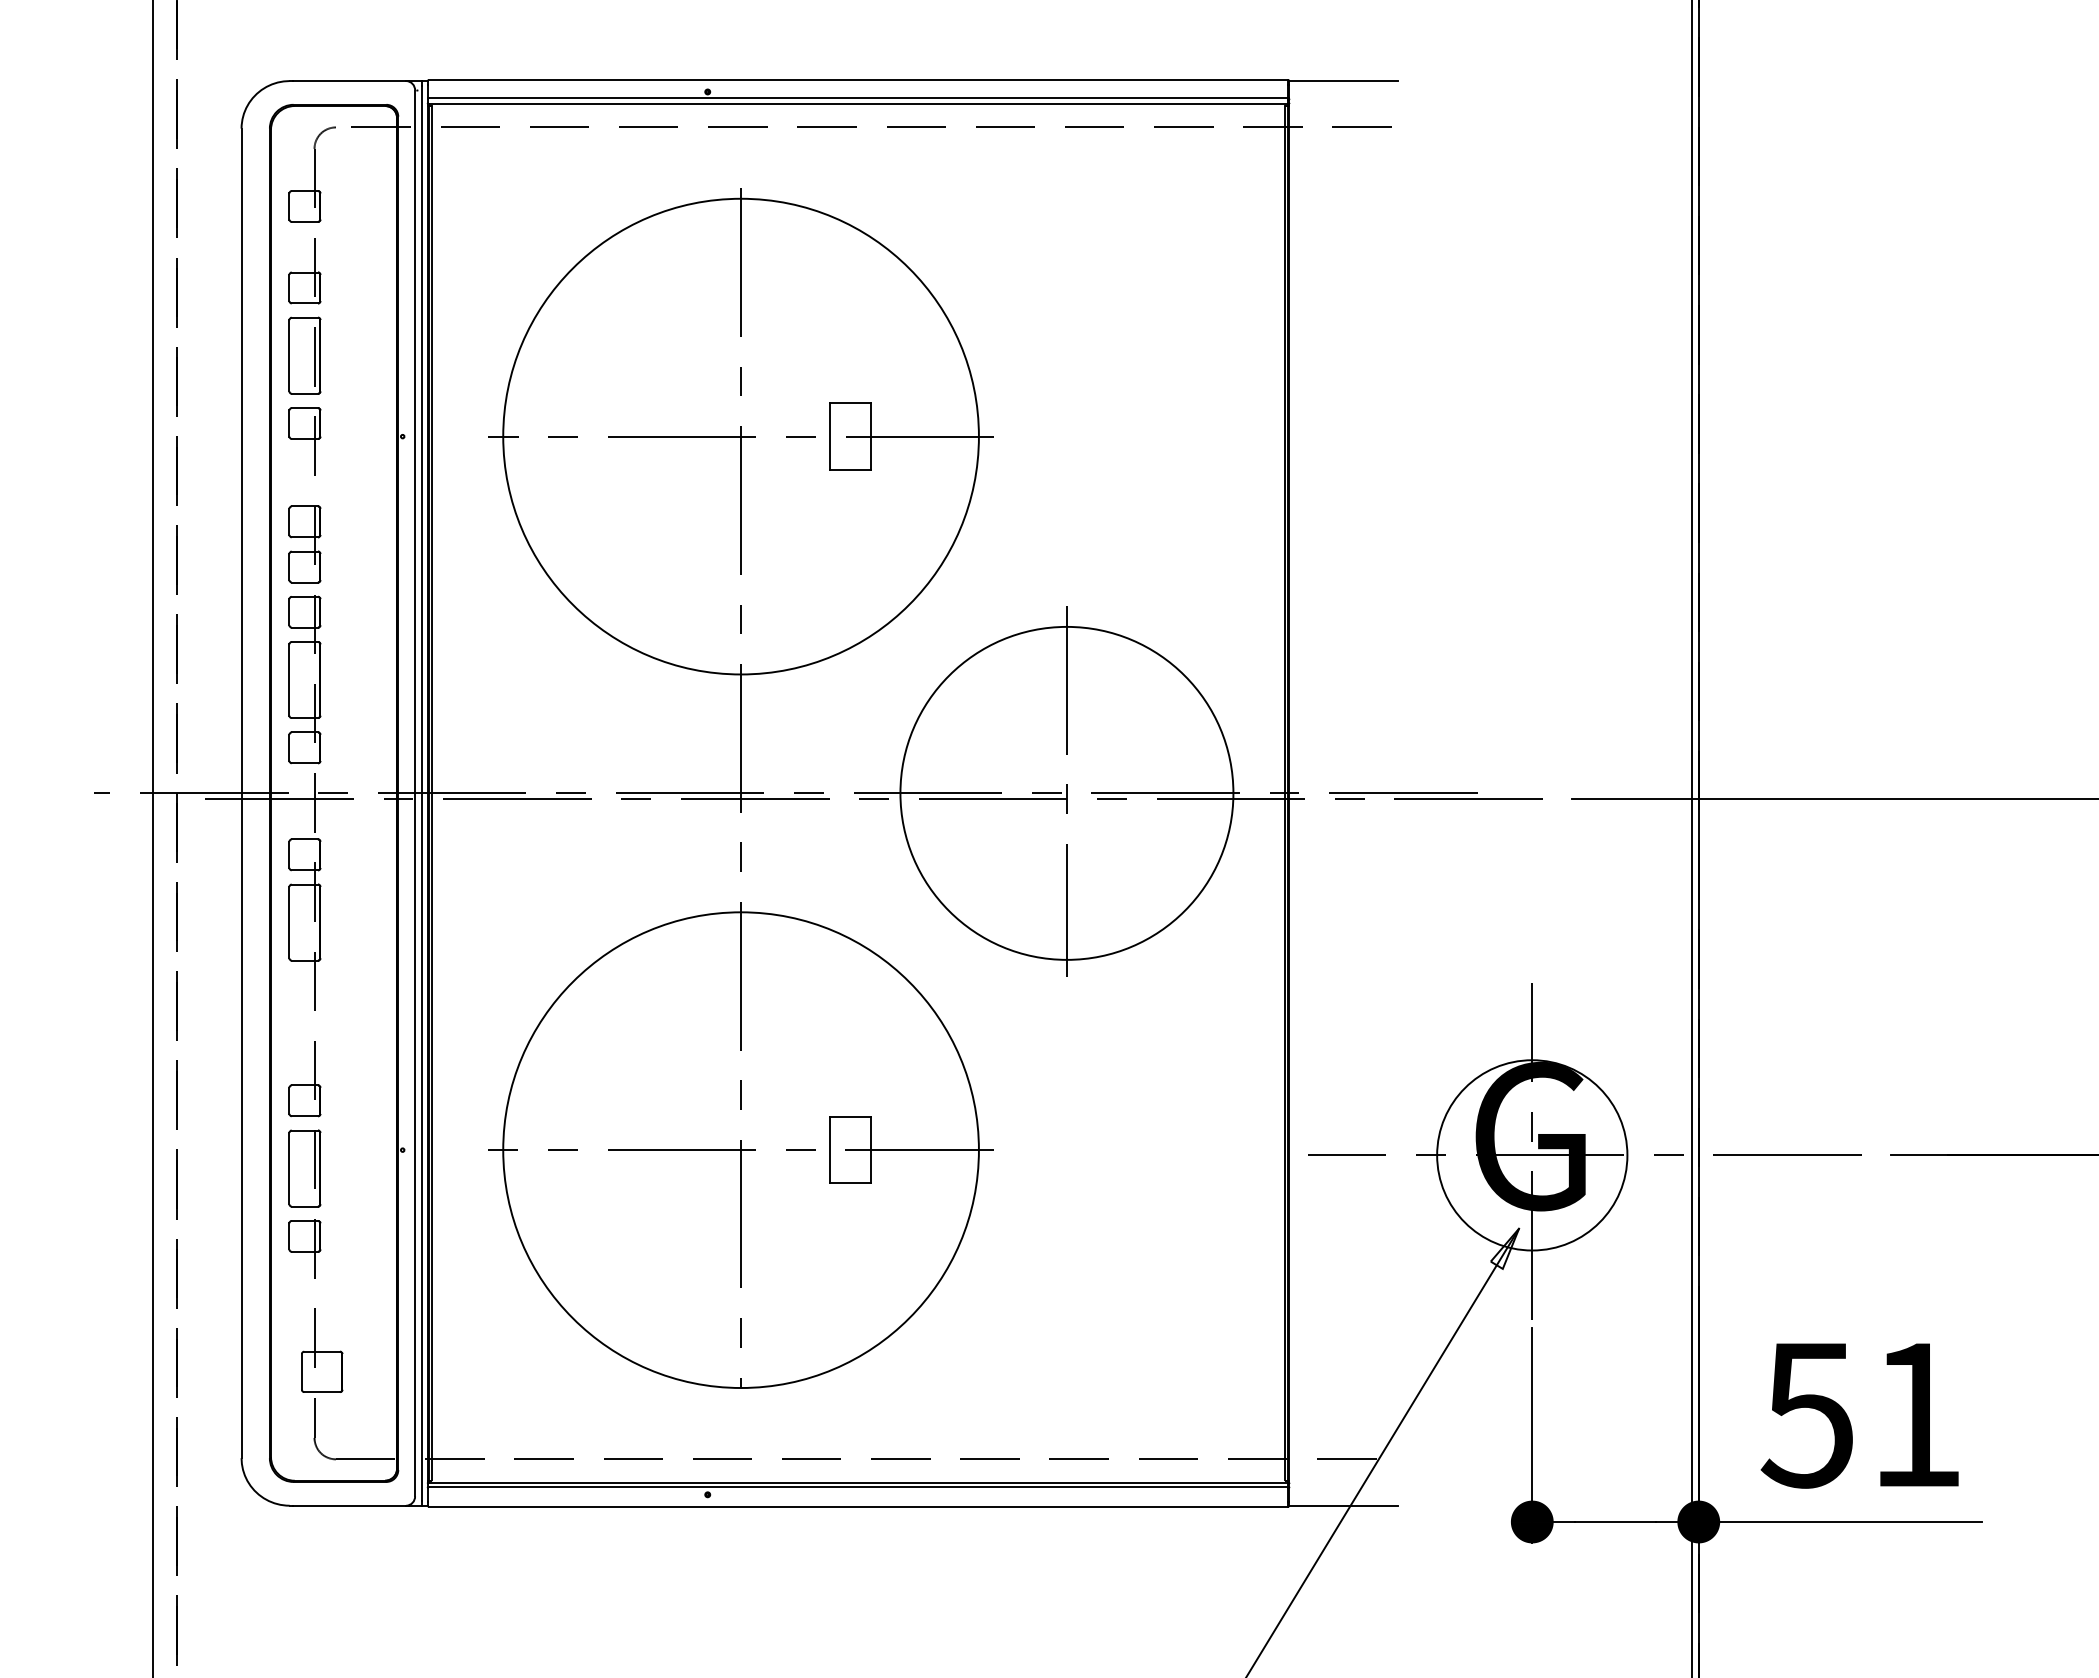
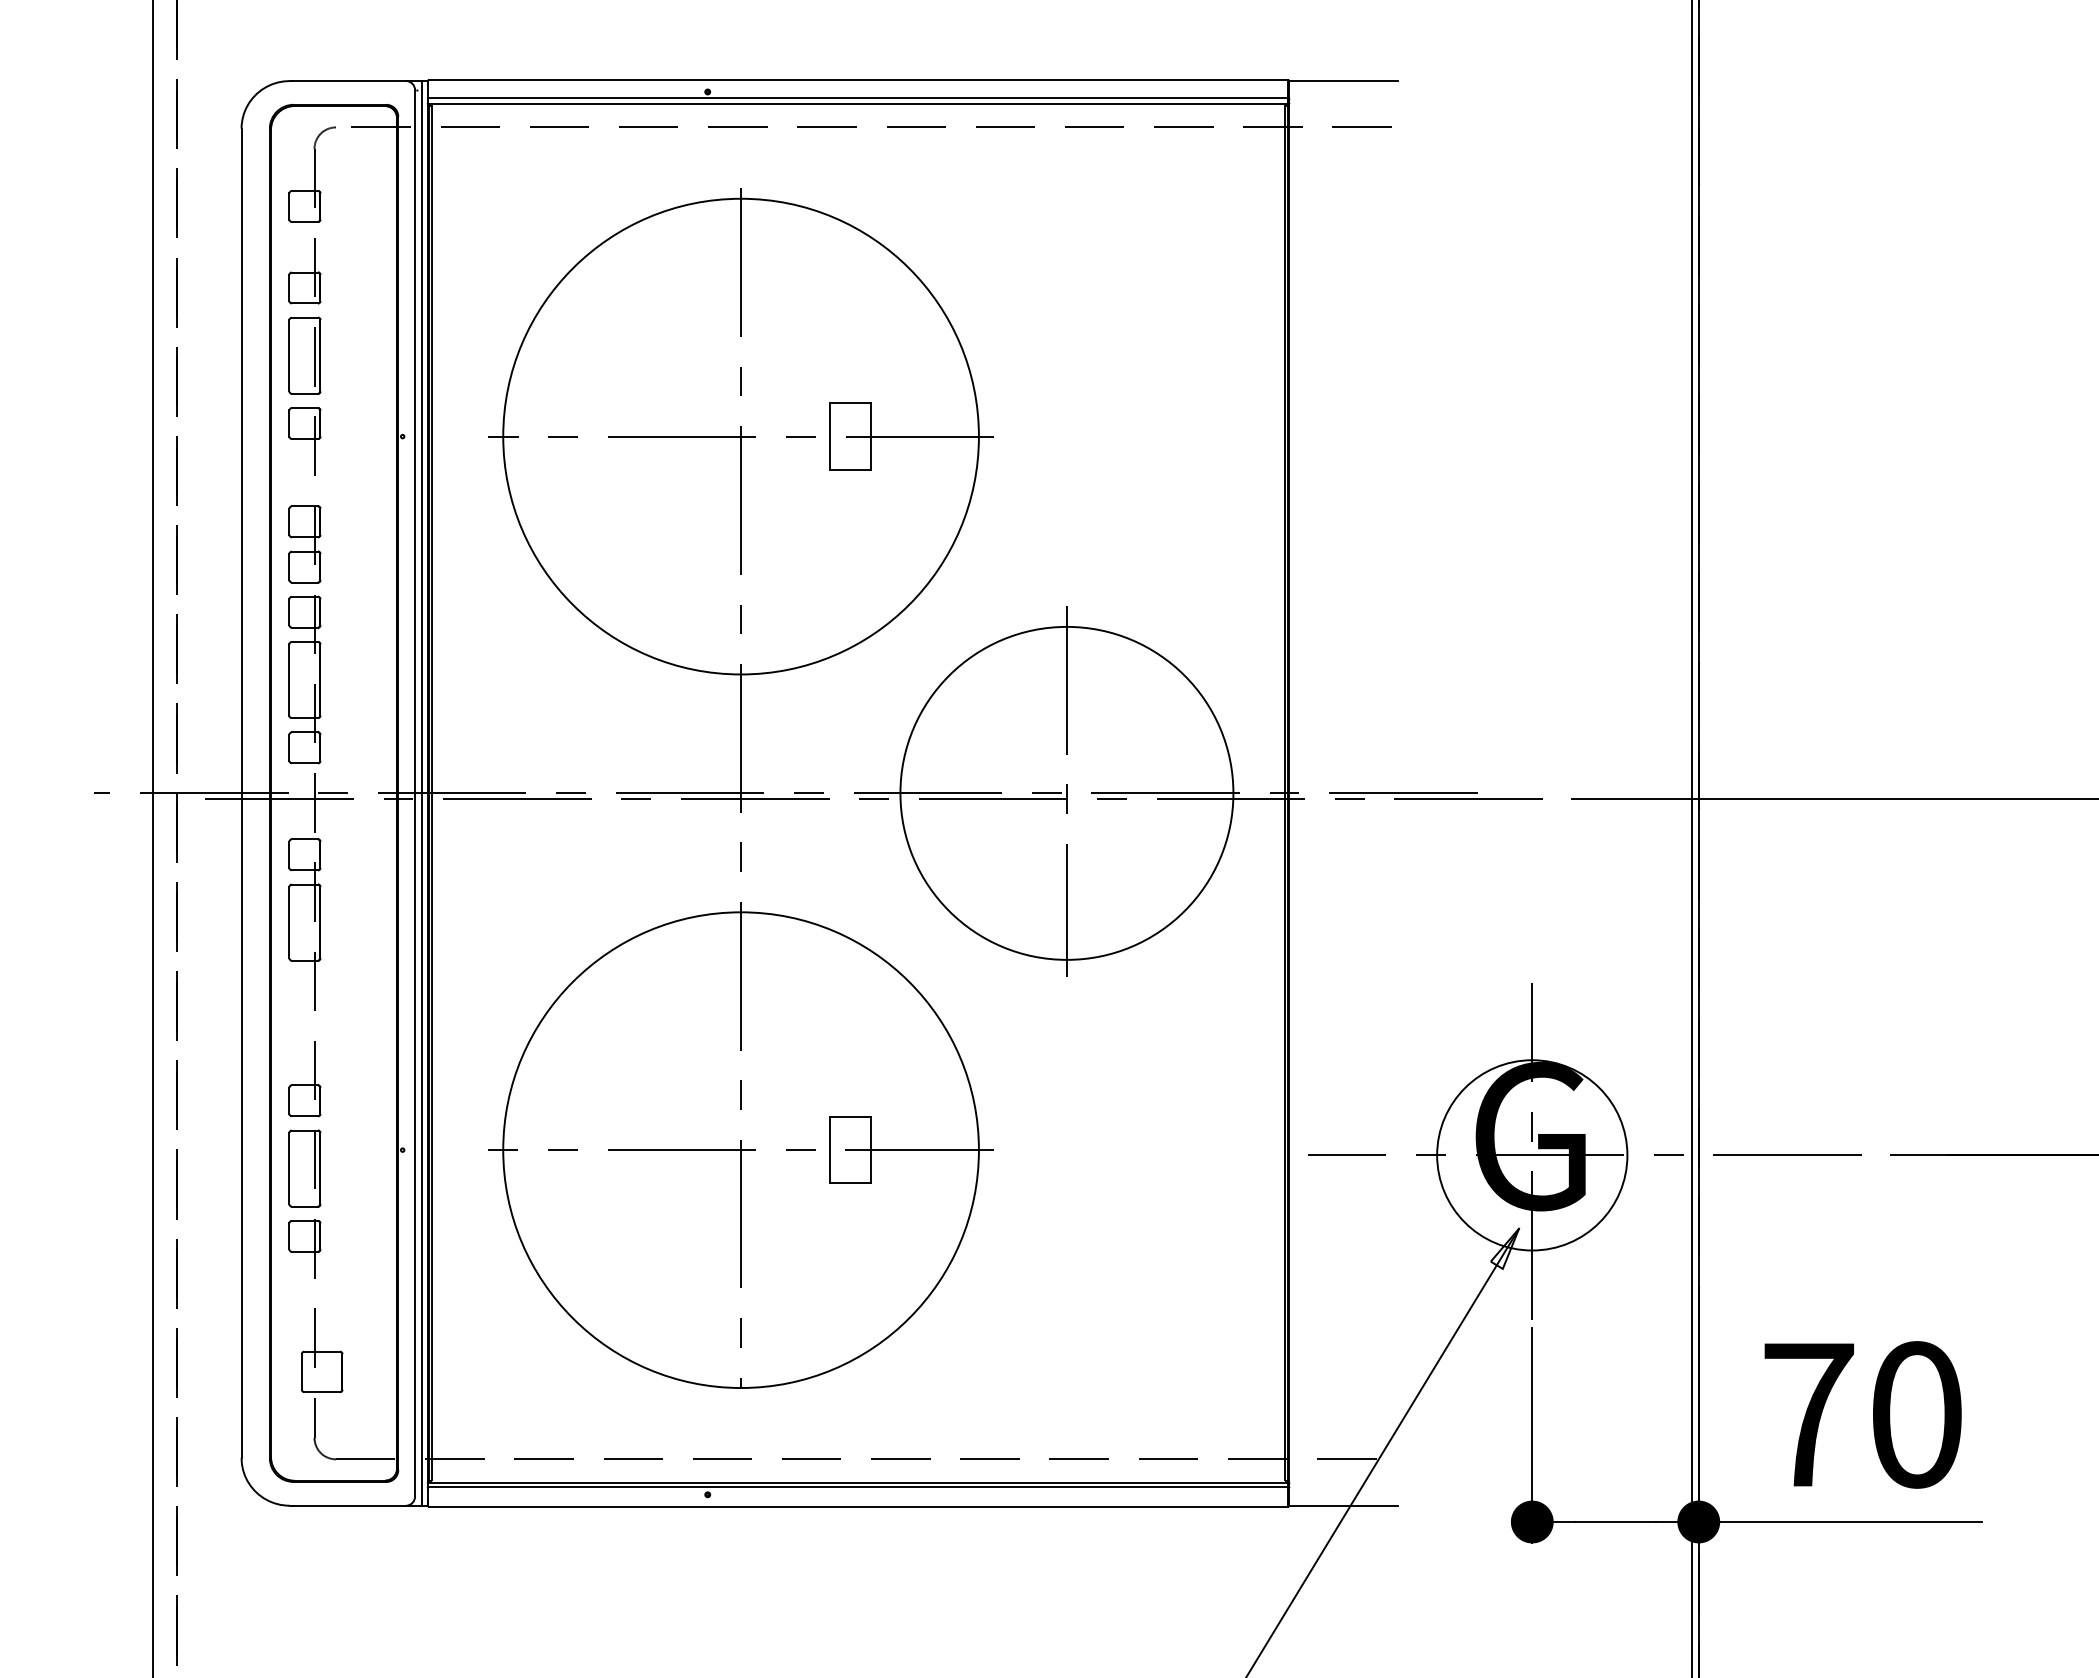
text at (1860, 1414): 51 -> 70
